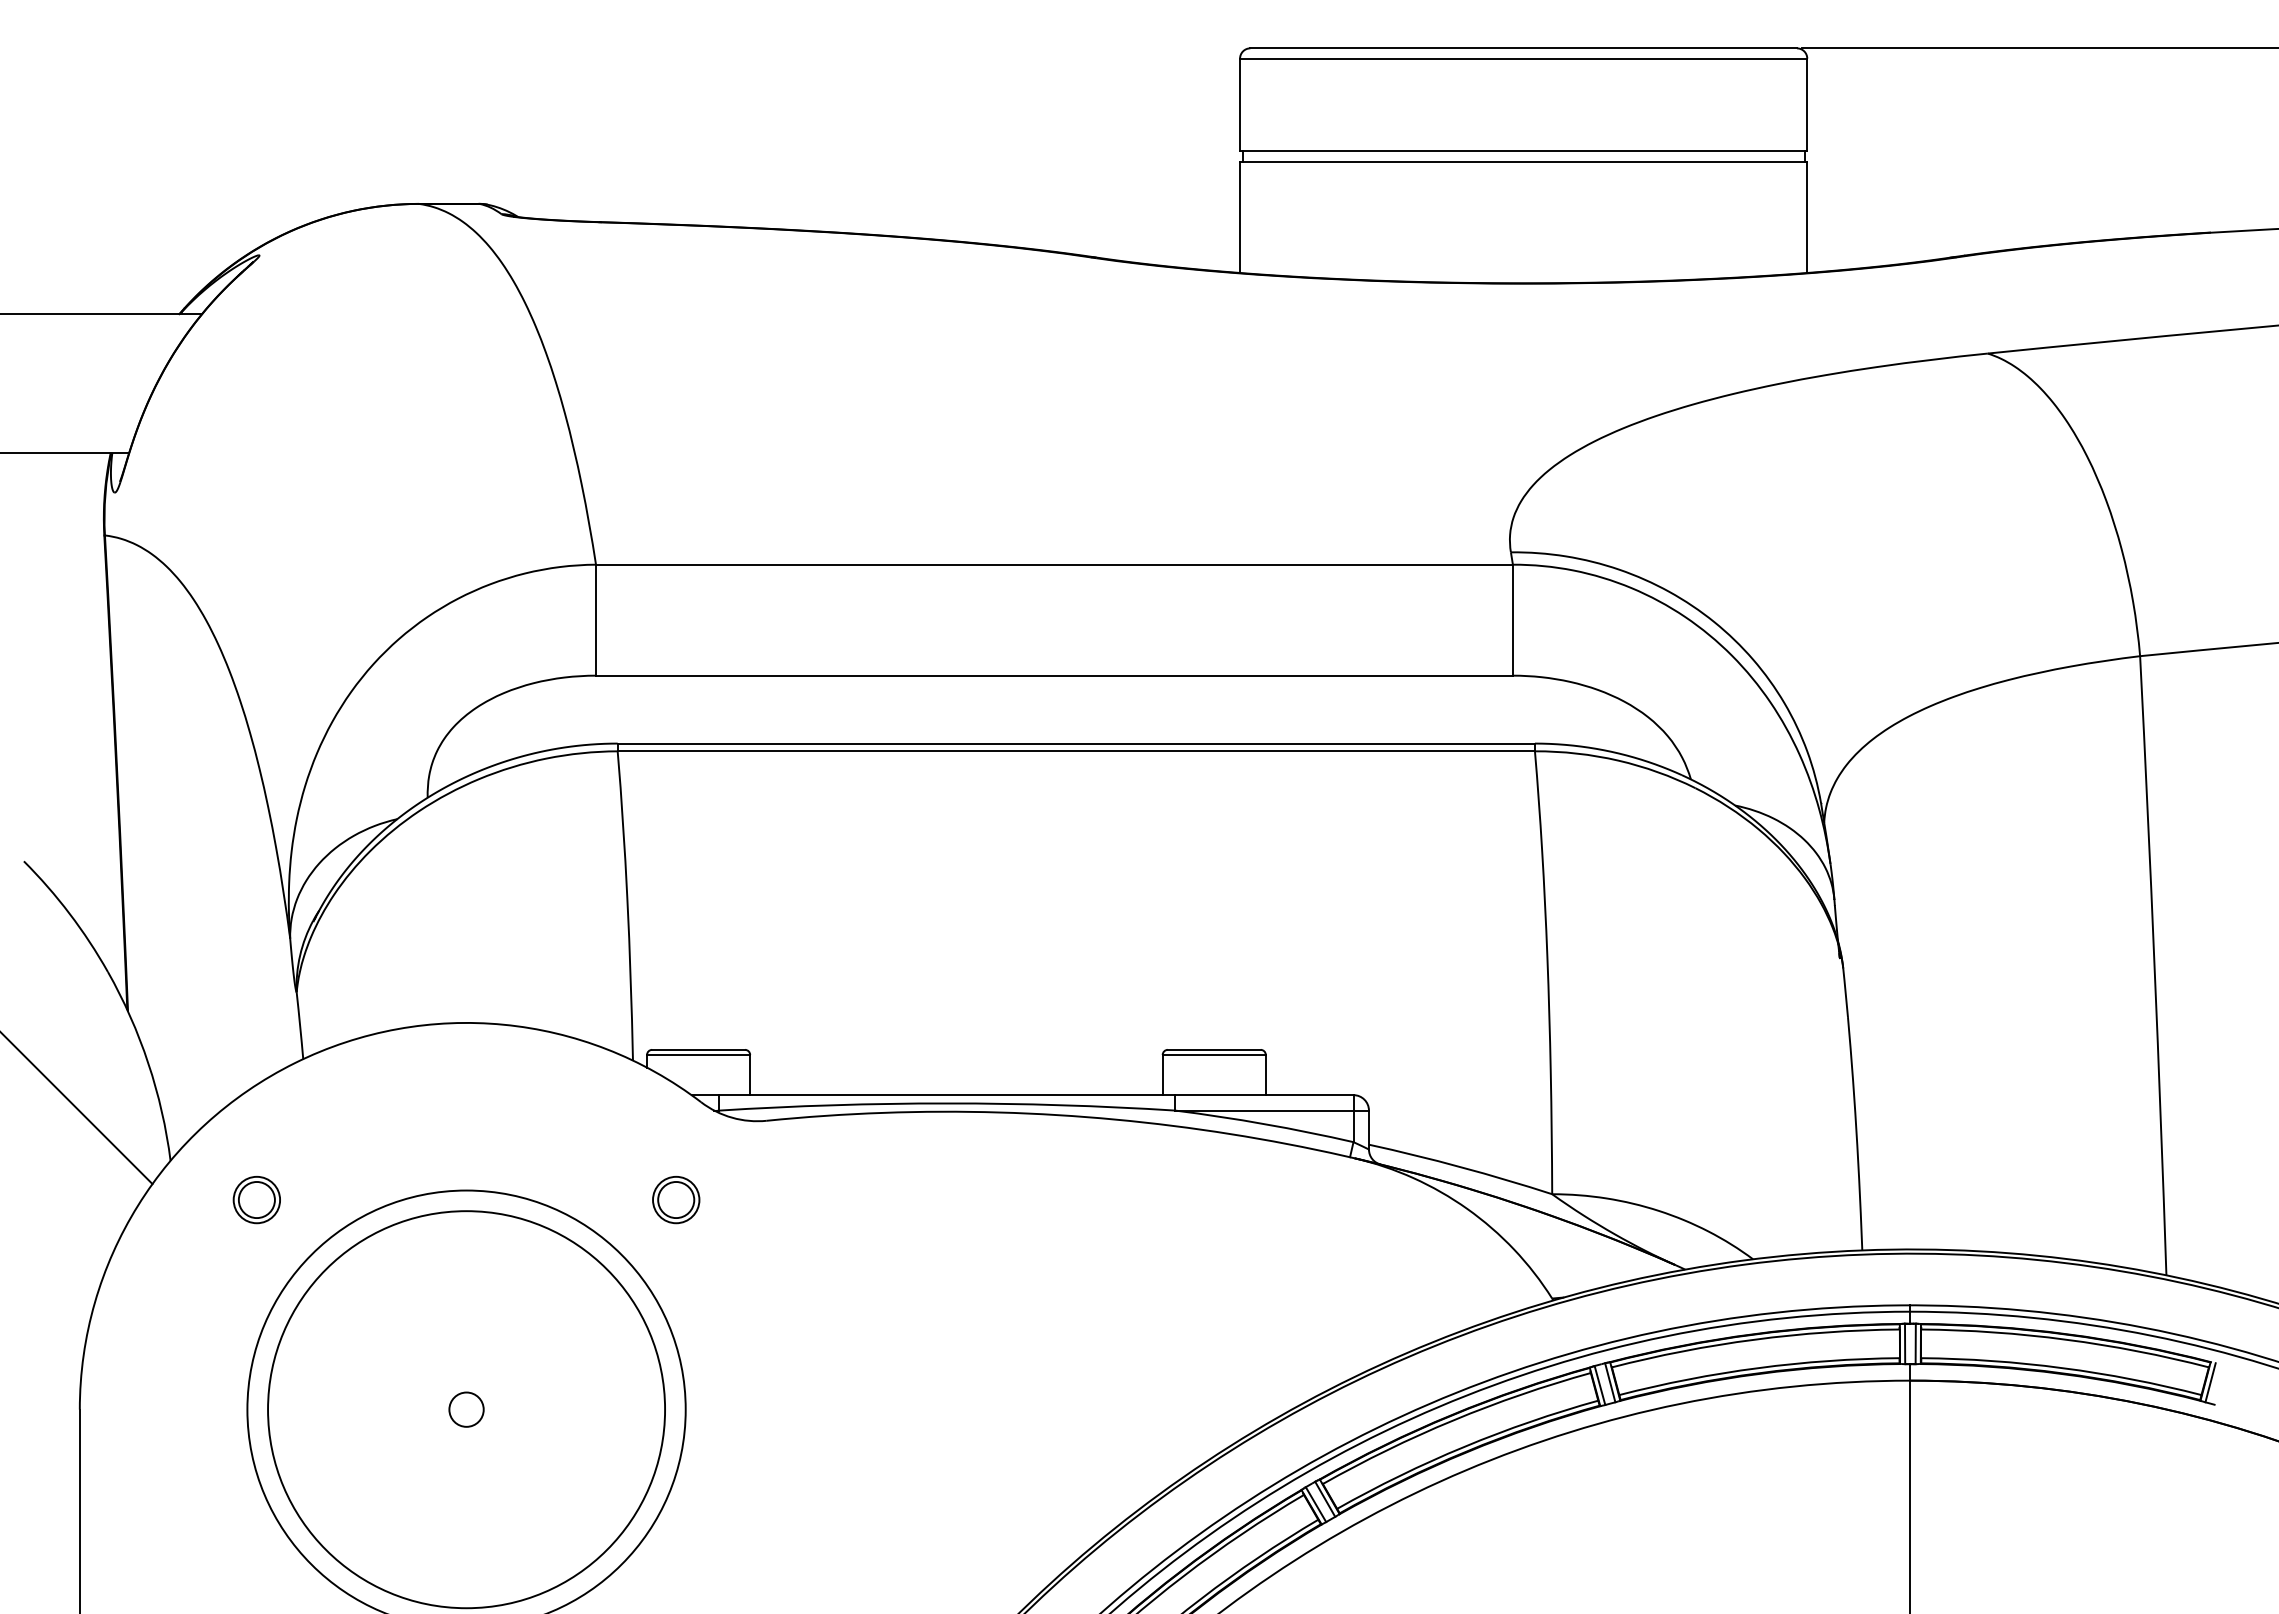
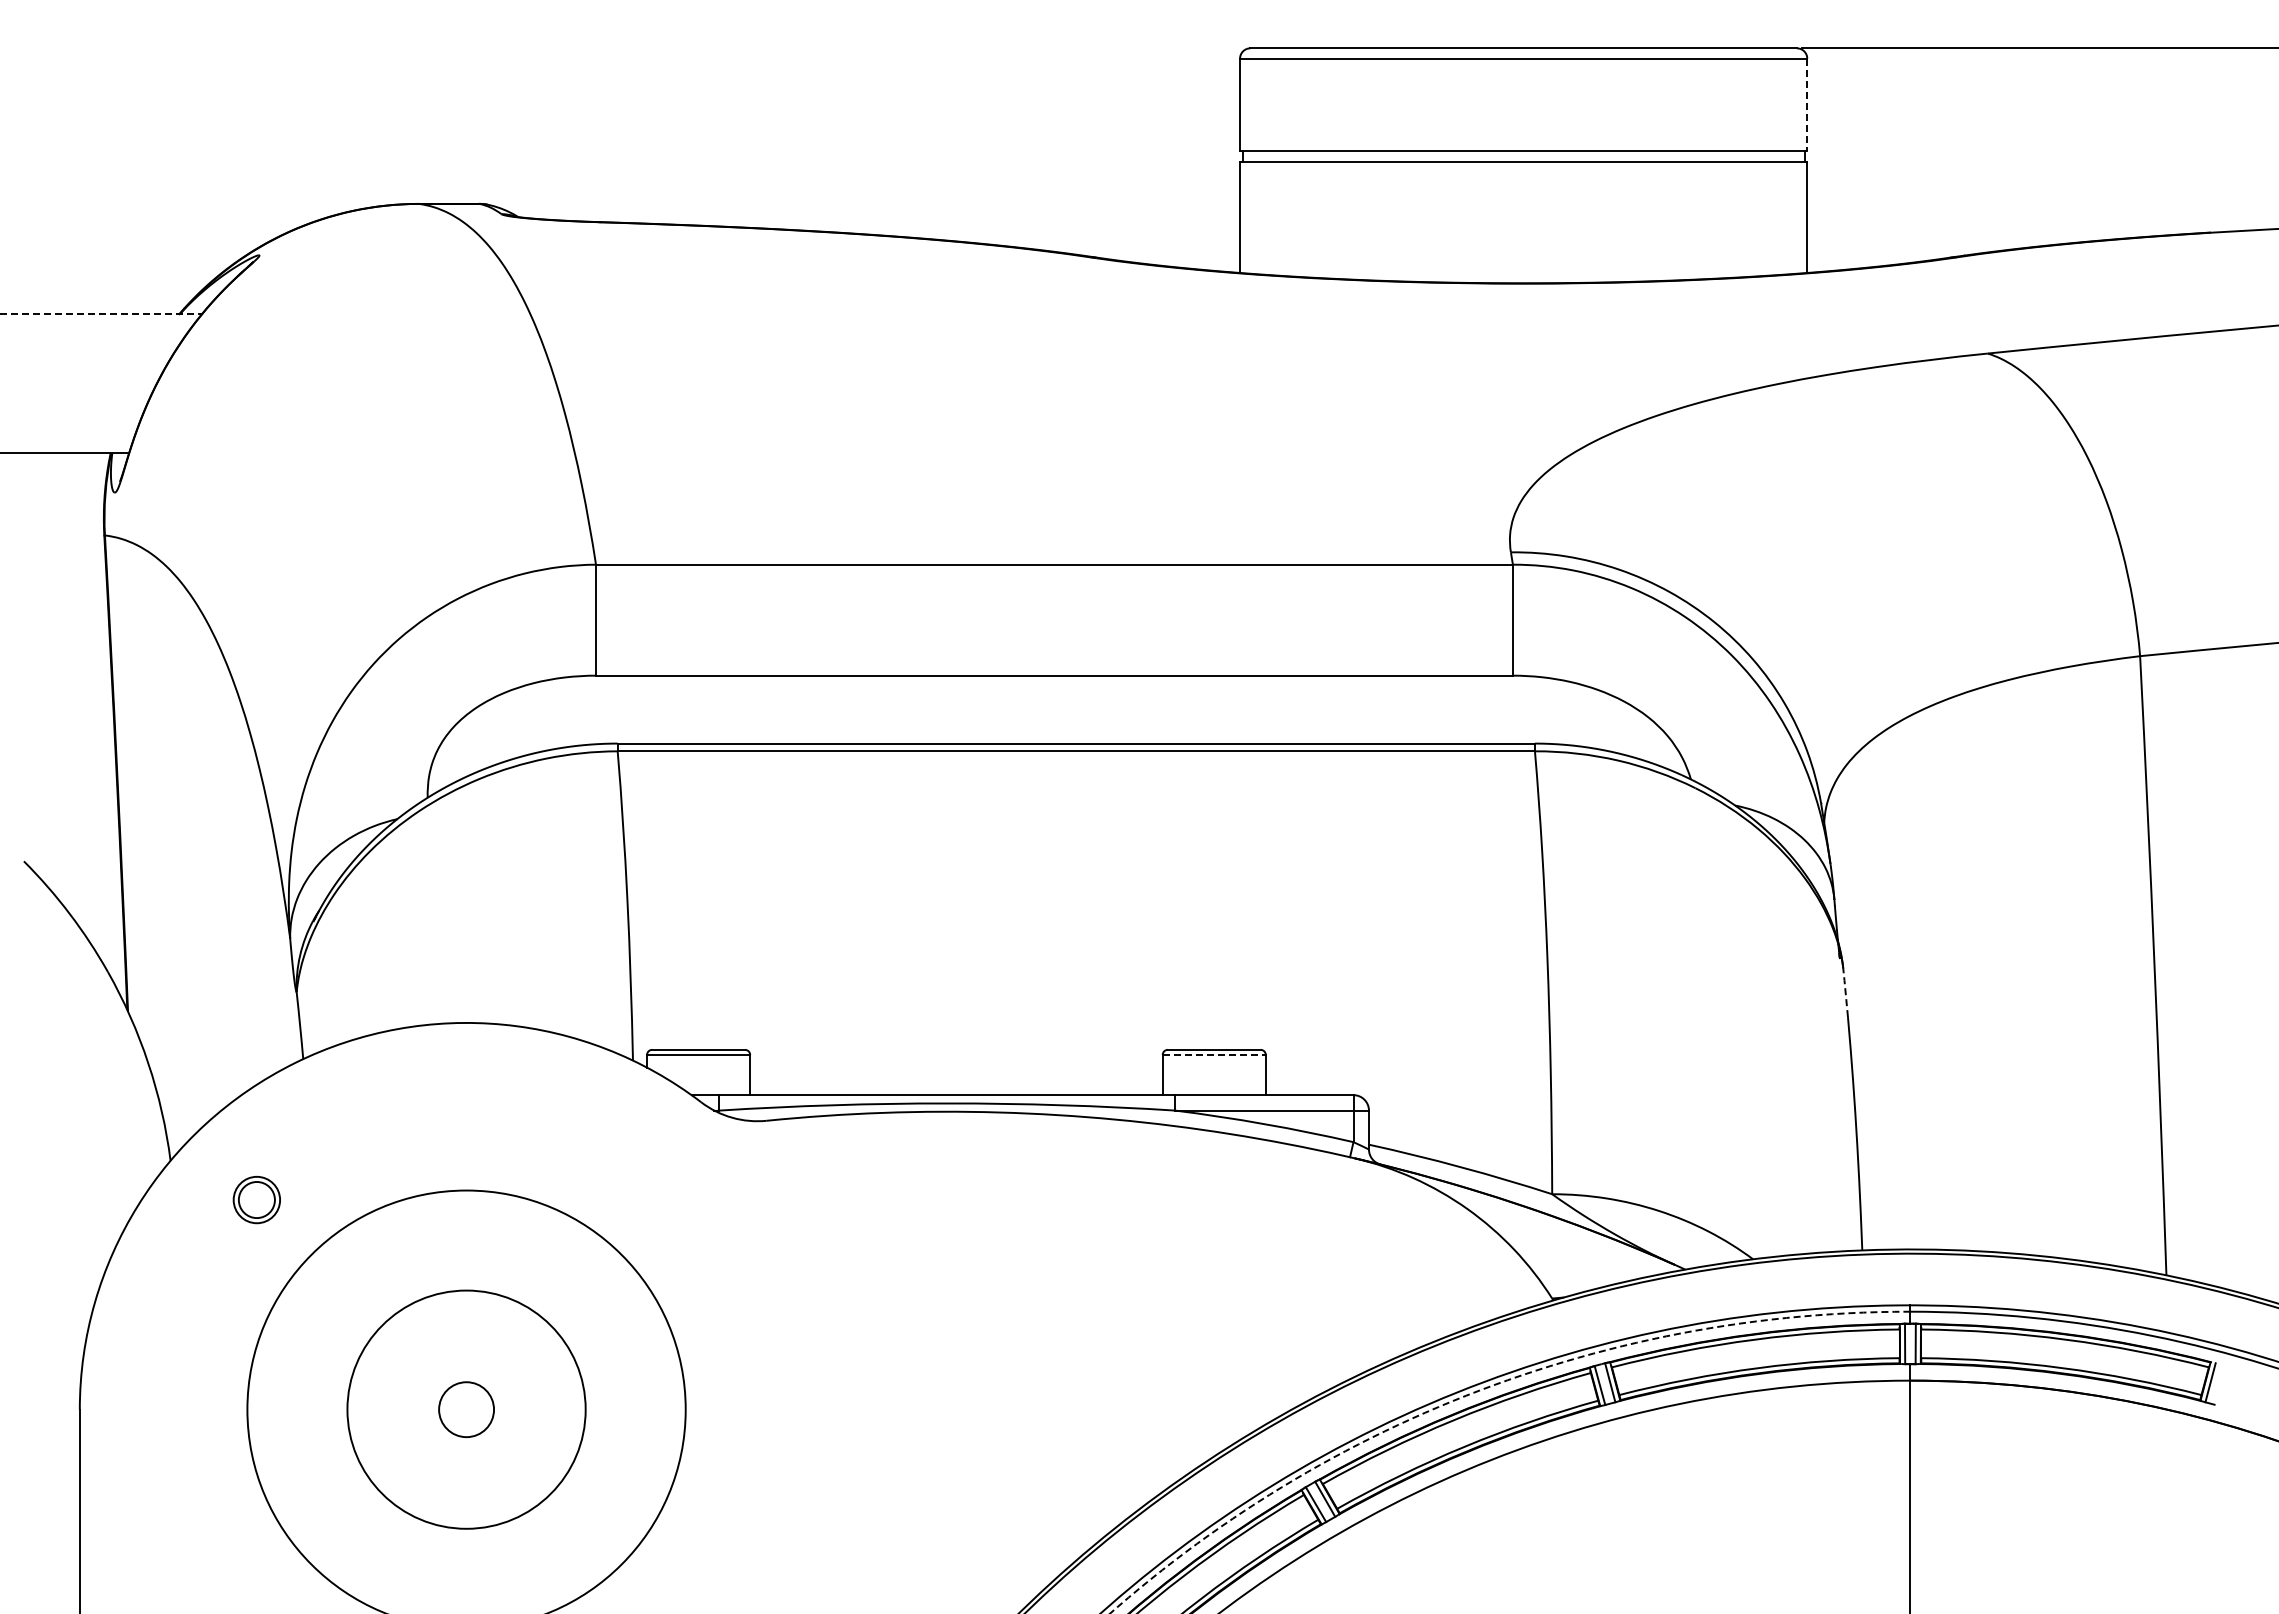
line at (1807, 105): solid -> dashed
line at (101, 314): solid -> dashed
line at (1845, 991): solid -> dashed
line at (1214, 1055): solid -> dashed
line at (77, 1108): present -> none
part at (676, 1200): present -> none
arc at (1479, 1390): solid -> dashed
circle at (466, 1409) diameter: 34 px -> 55 px
circle at (466, 1409) diameter: 397 px -> 238 px
